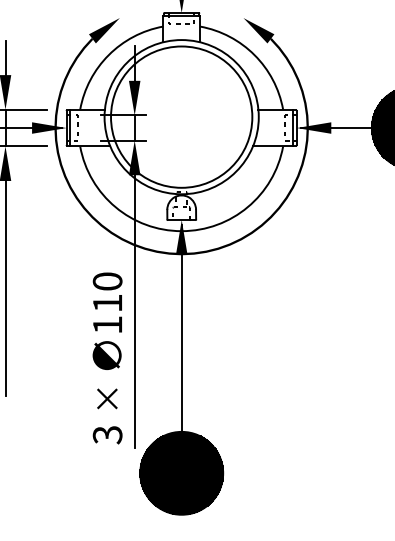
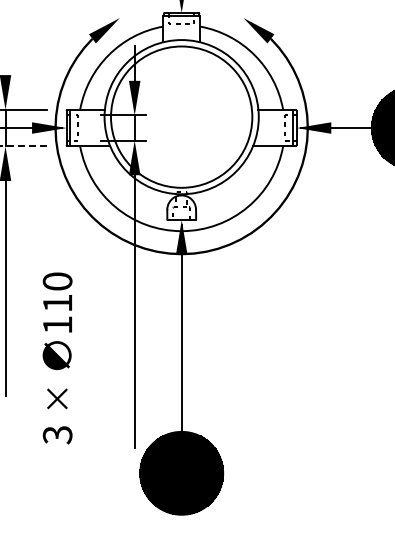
line at (5, 57): present -> none
line at (23, 146): solid -> dashed
text at (107, 358) position: (107, 358) -> (57, 358)
